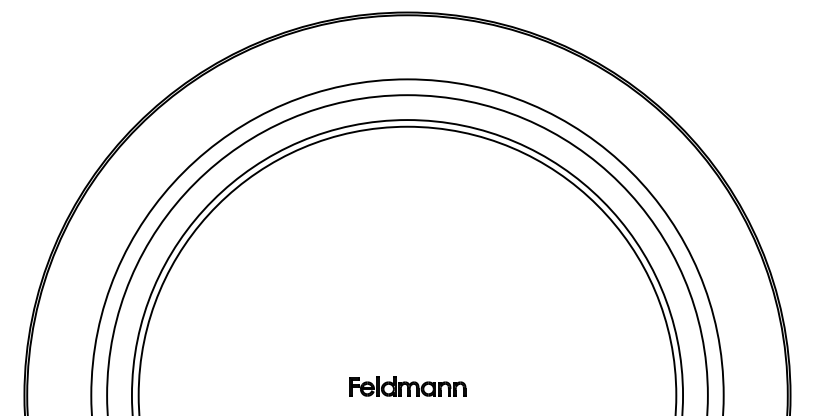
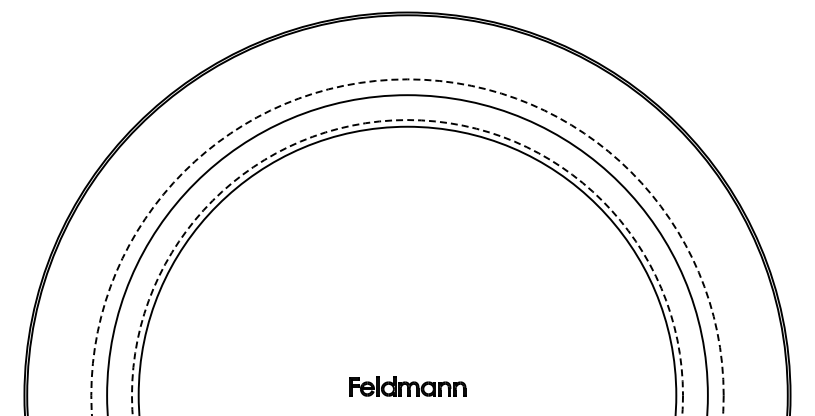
circle at (407, 247): solid -> dashed
circle at (407, 267): solid -> dashed
